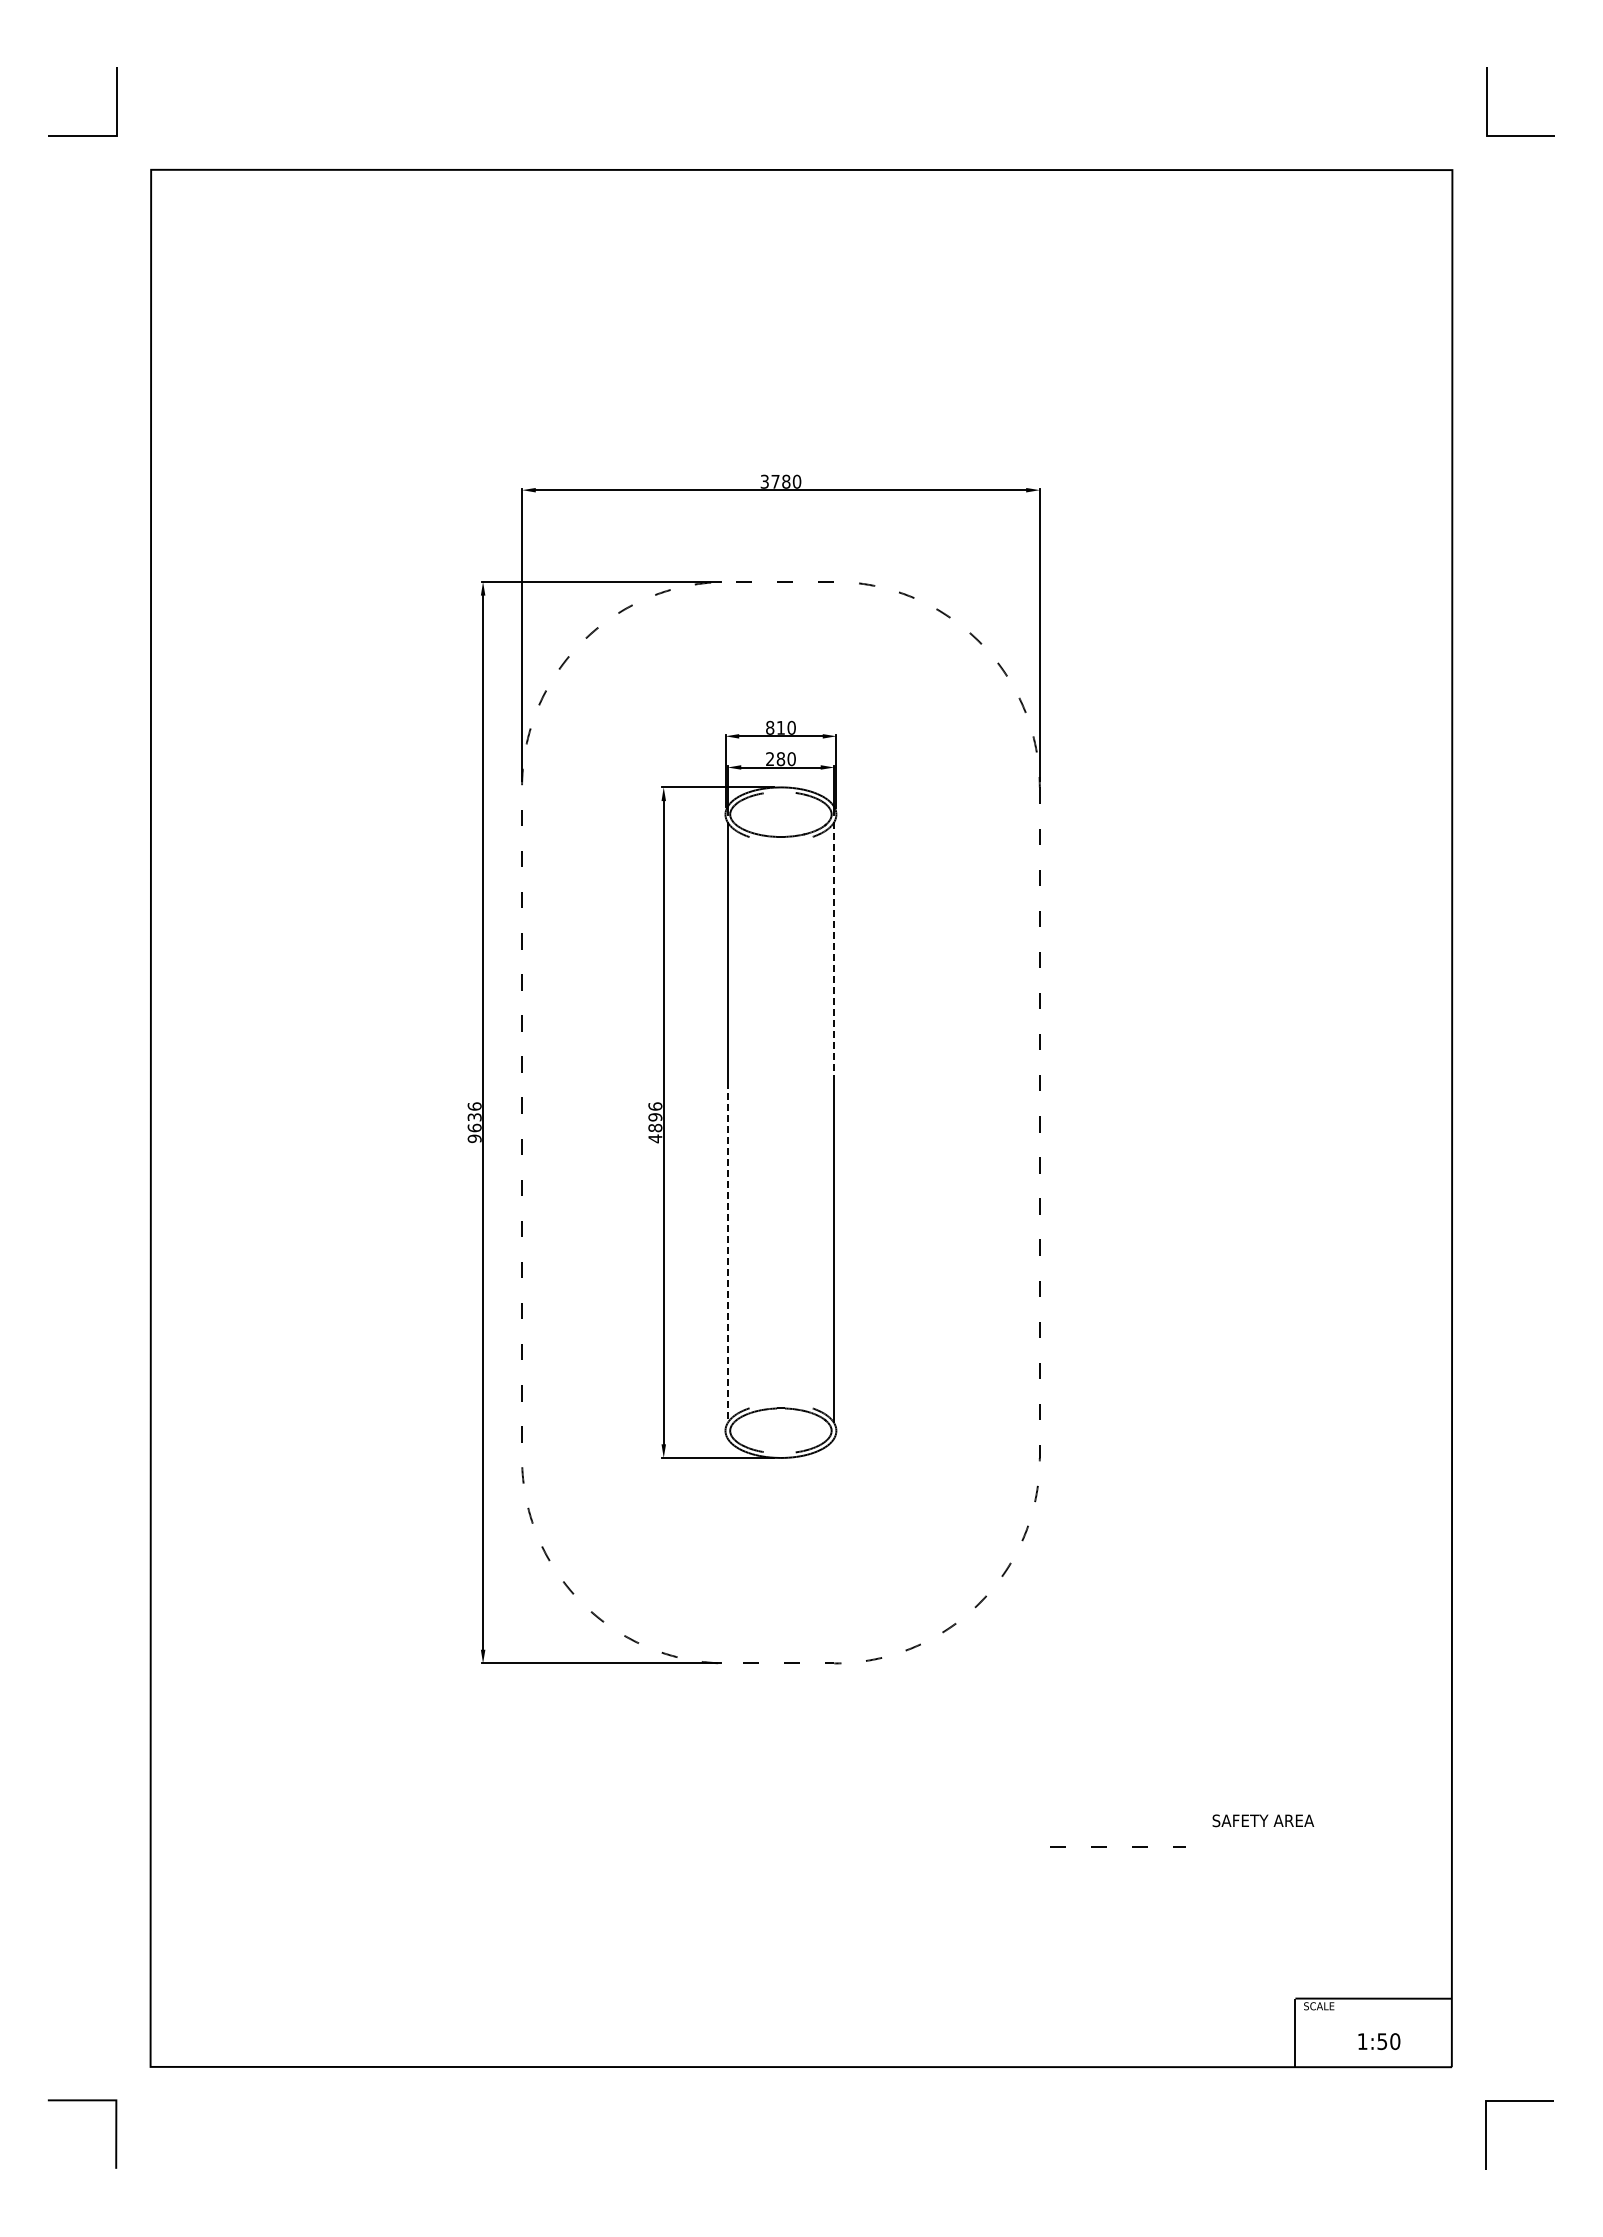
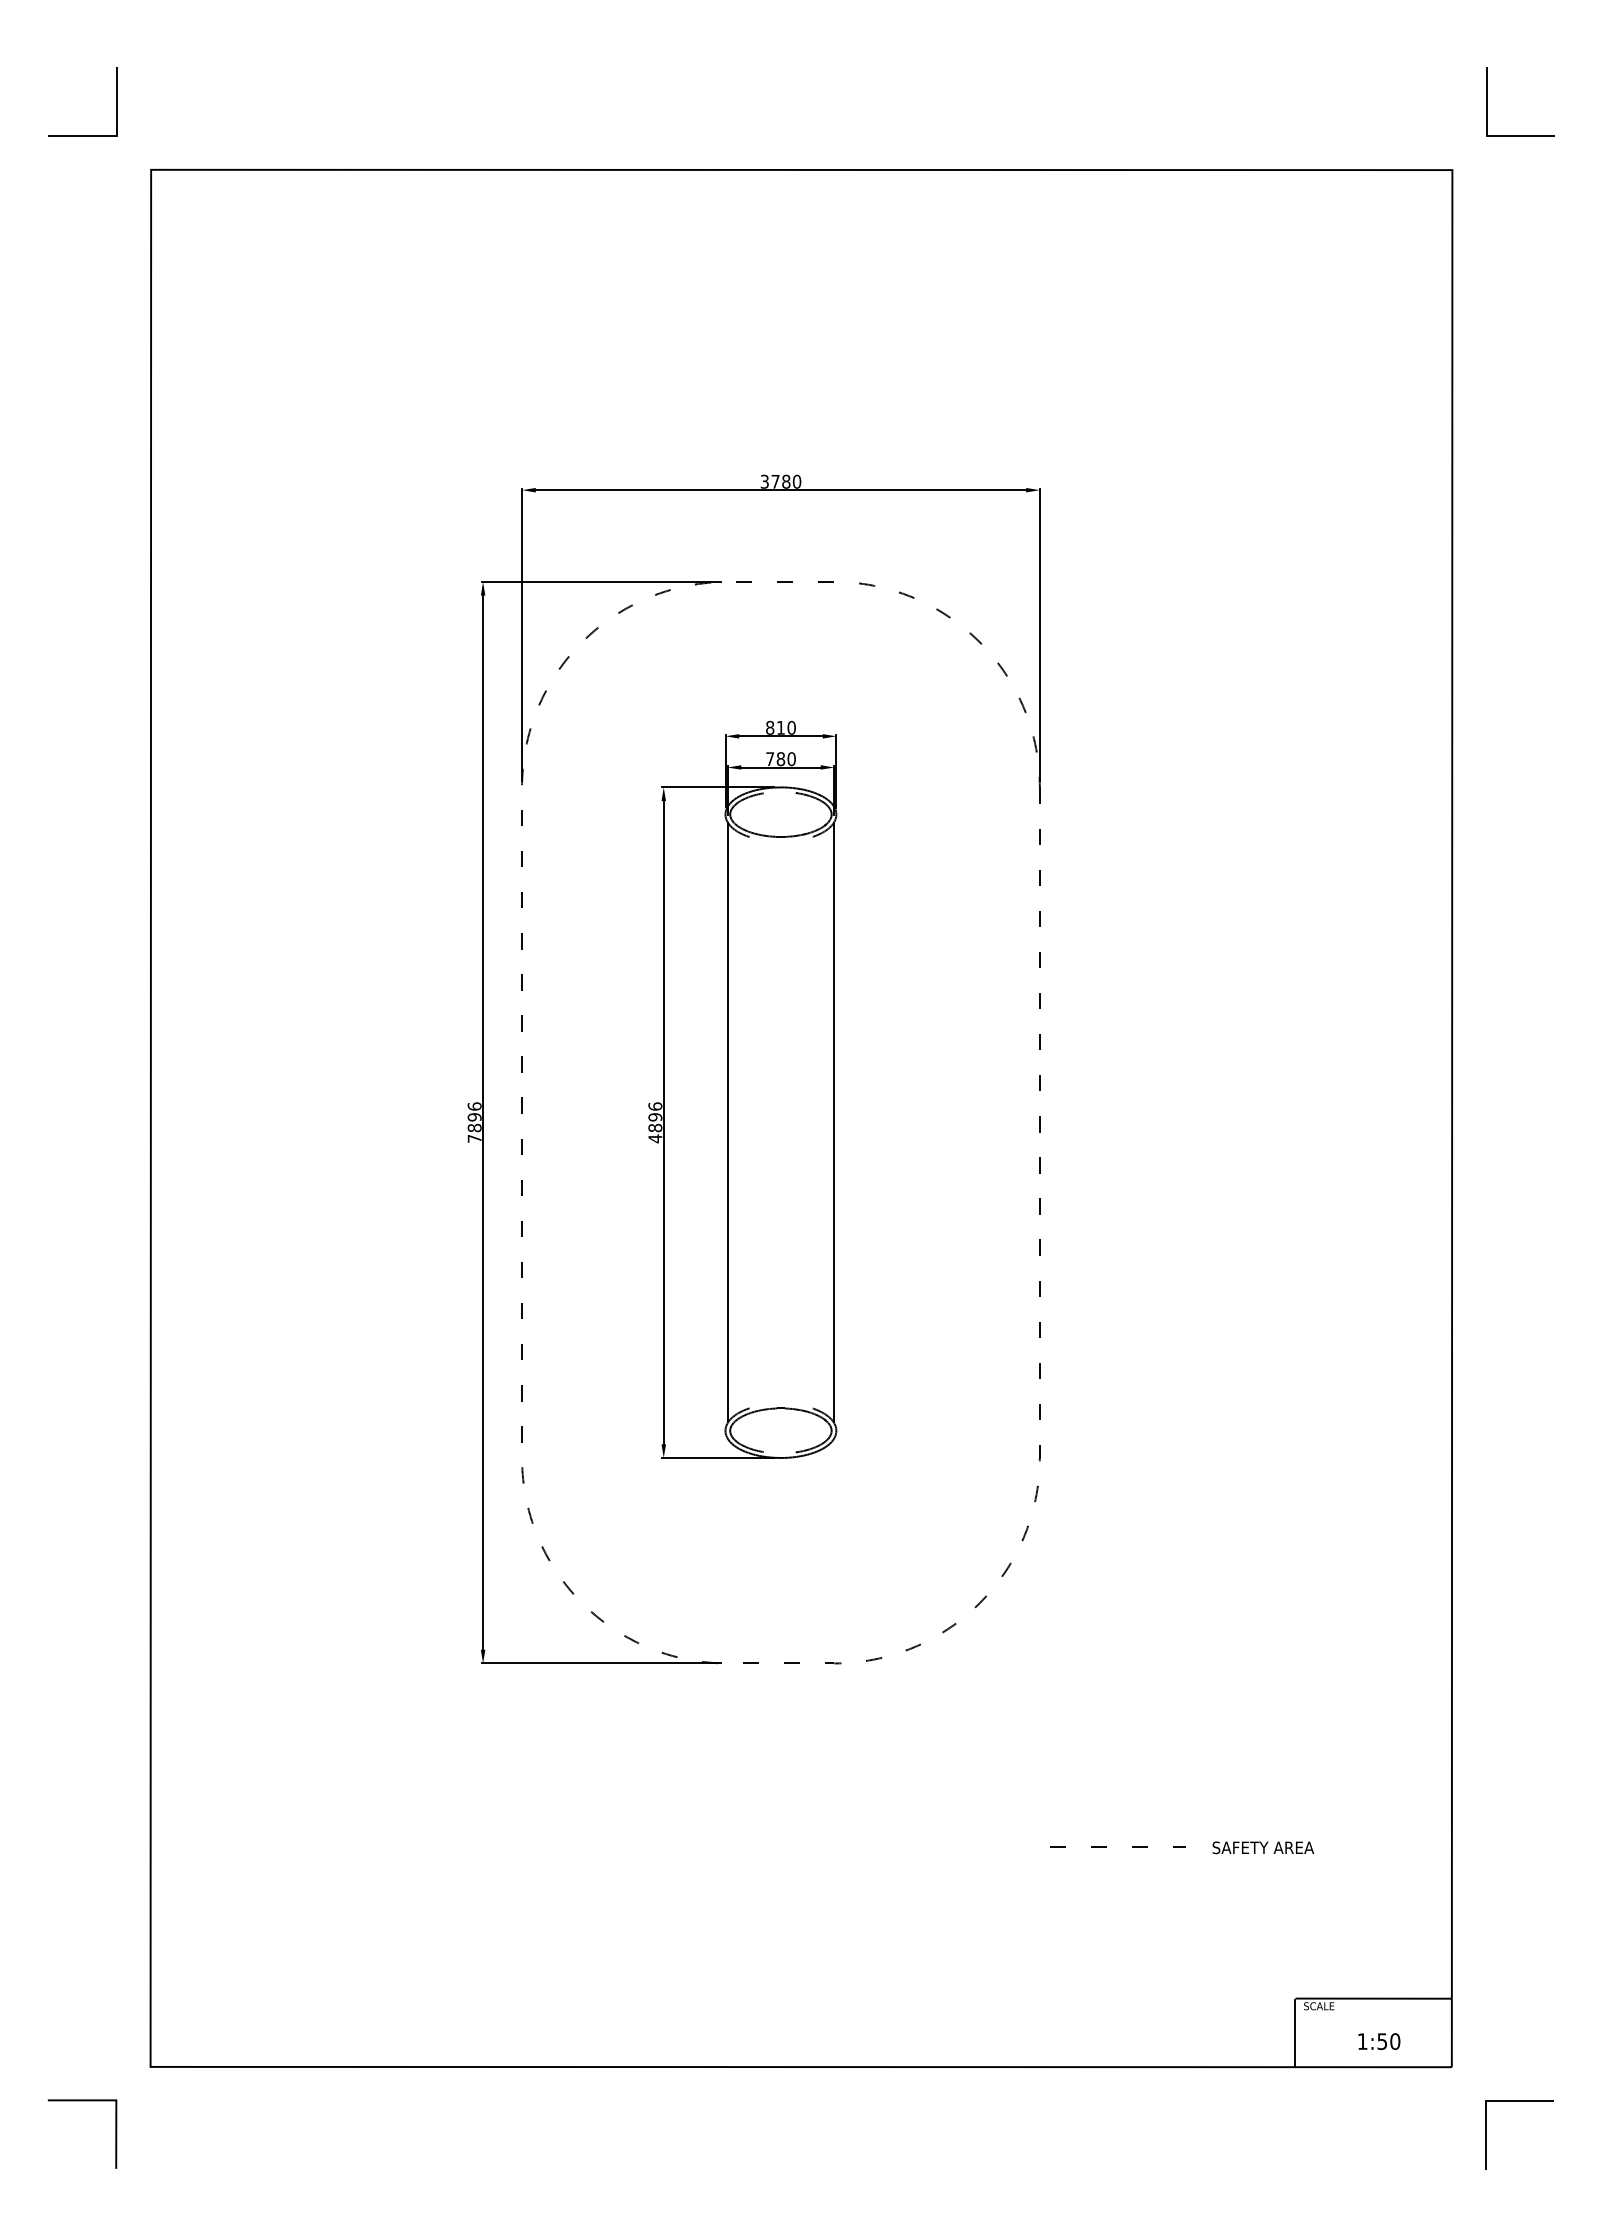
text at (770, 758): 280 -> 780
line at (834, 951): dashed -> solid
text at (474, 1128): 9636 -> 7896
line at (727, 1252): dashed -> solid
text at (1263, 1820) position: (1263, 1820) -> (1263, 1847)
